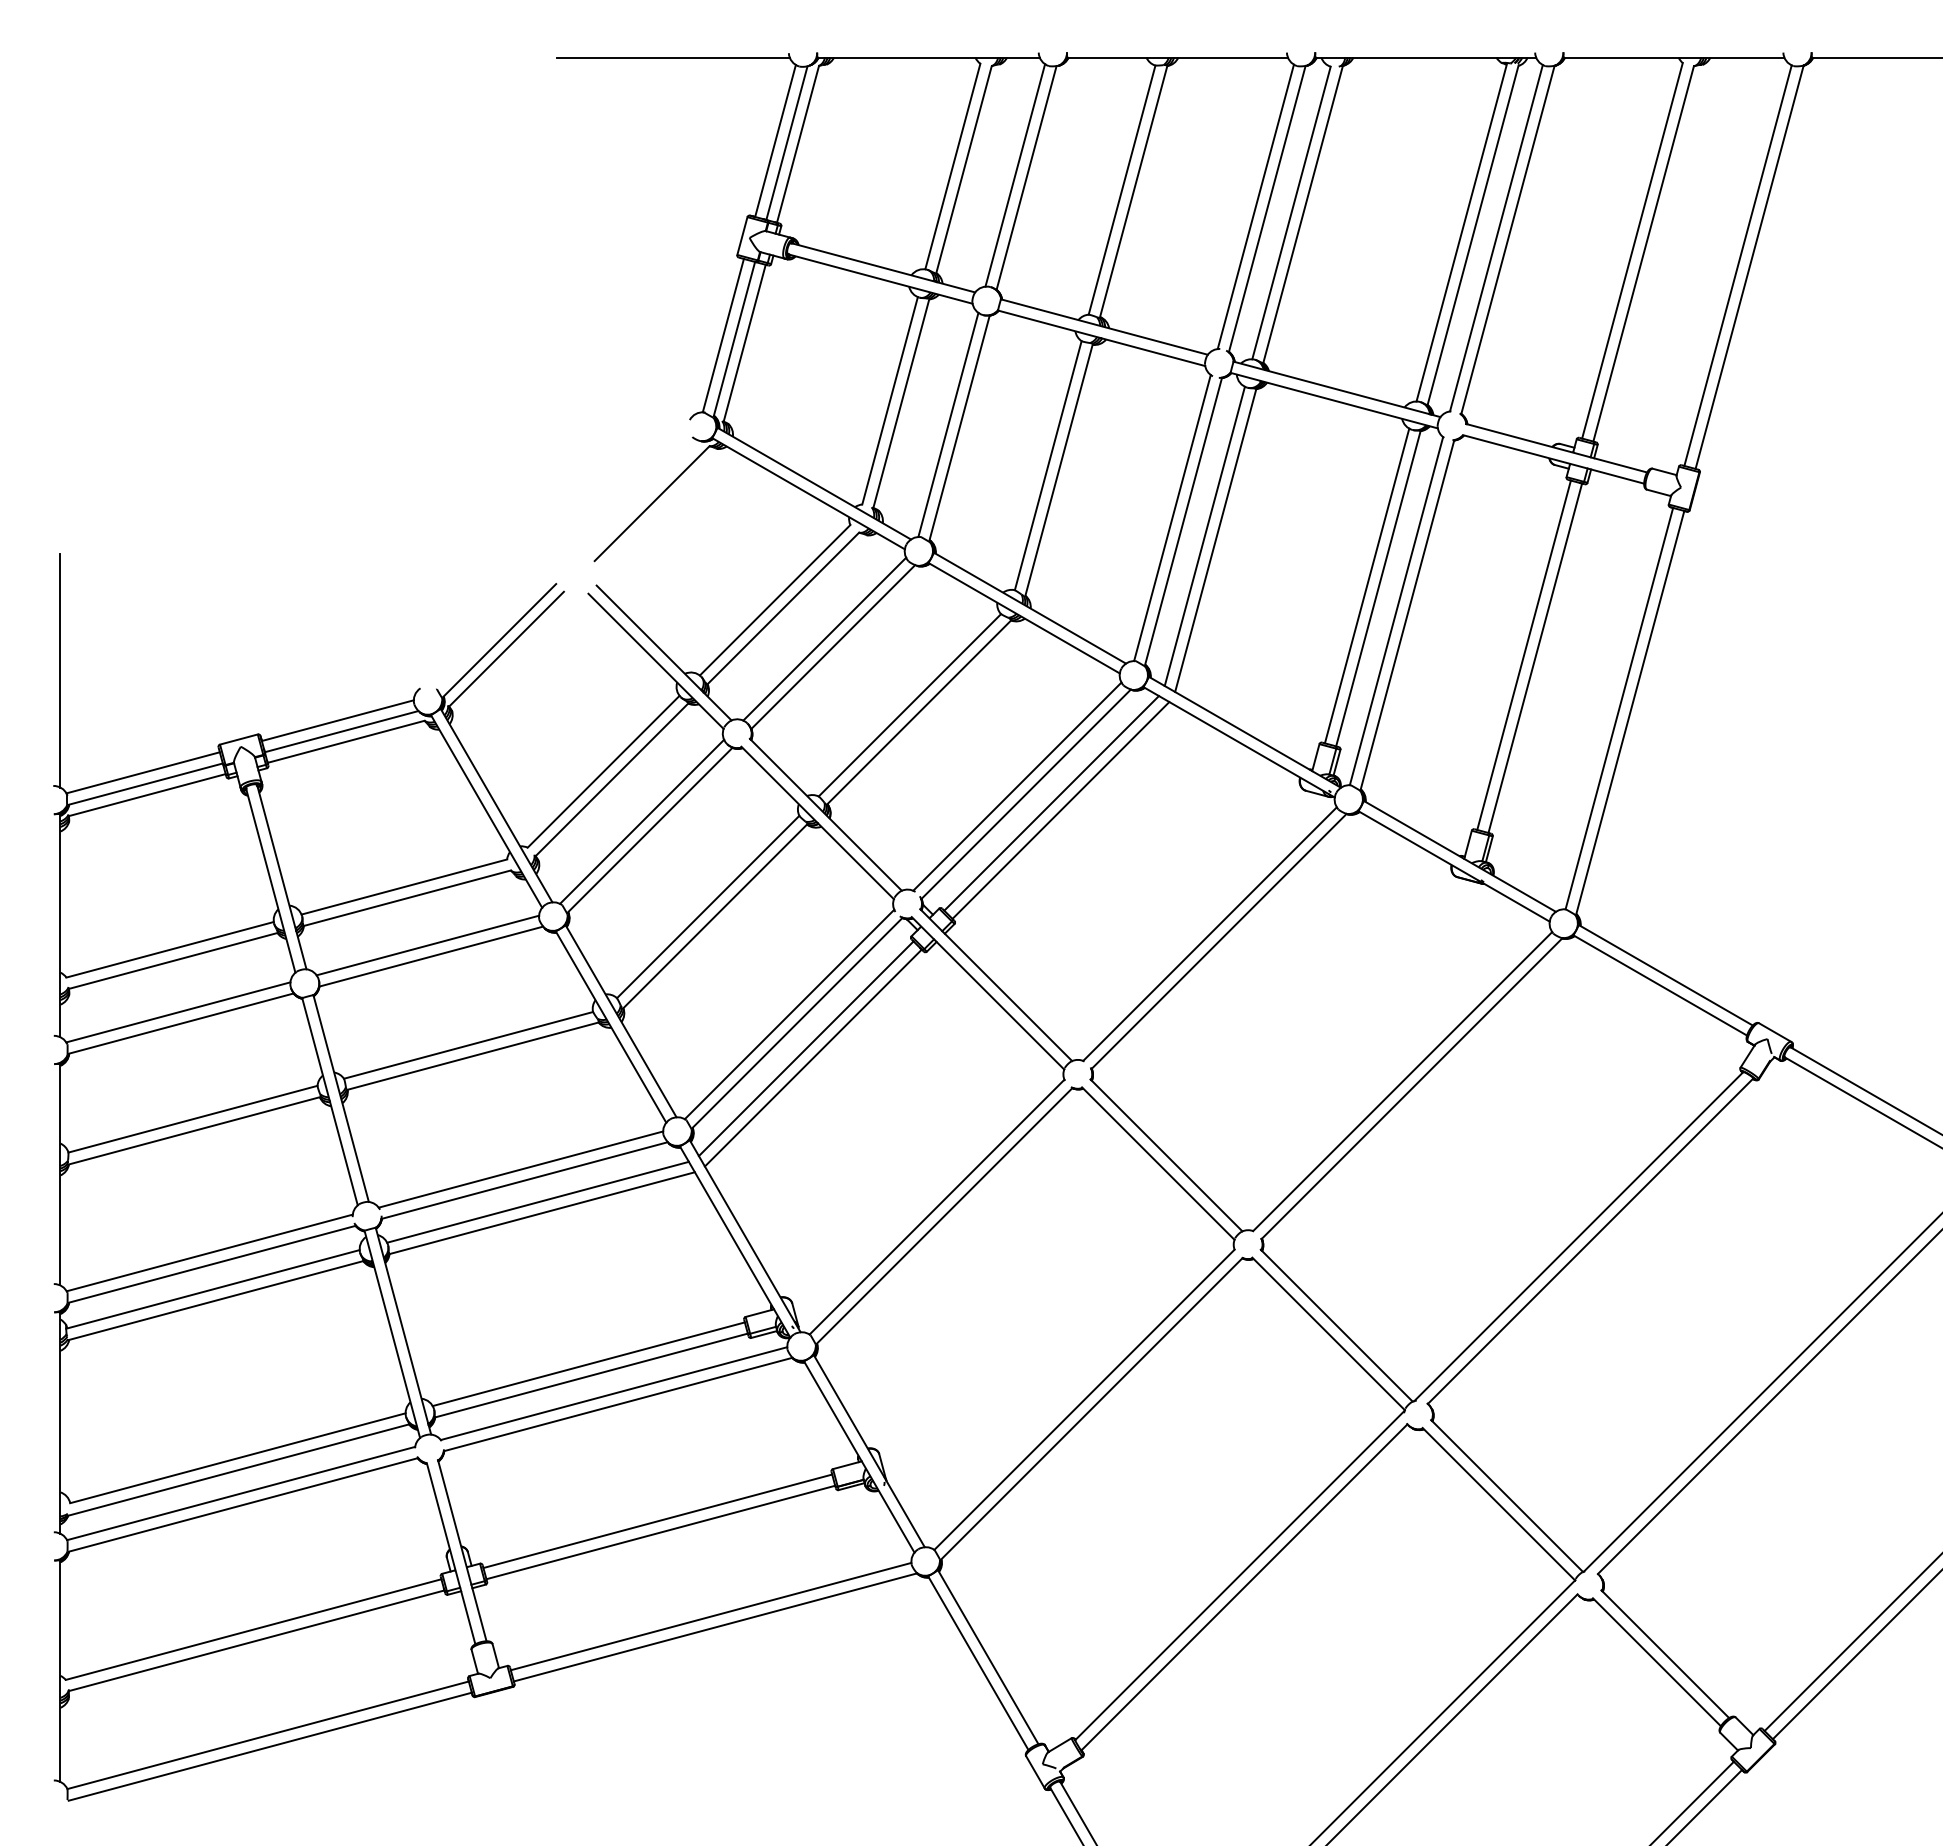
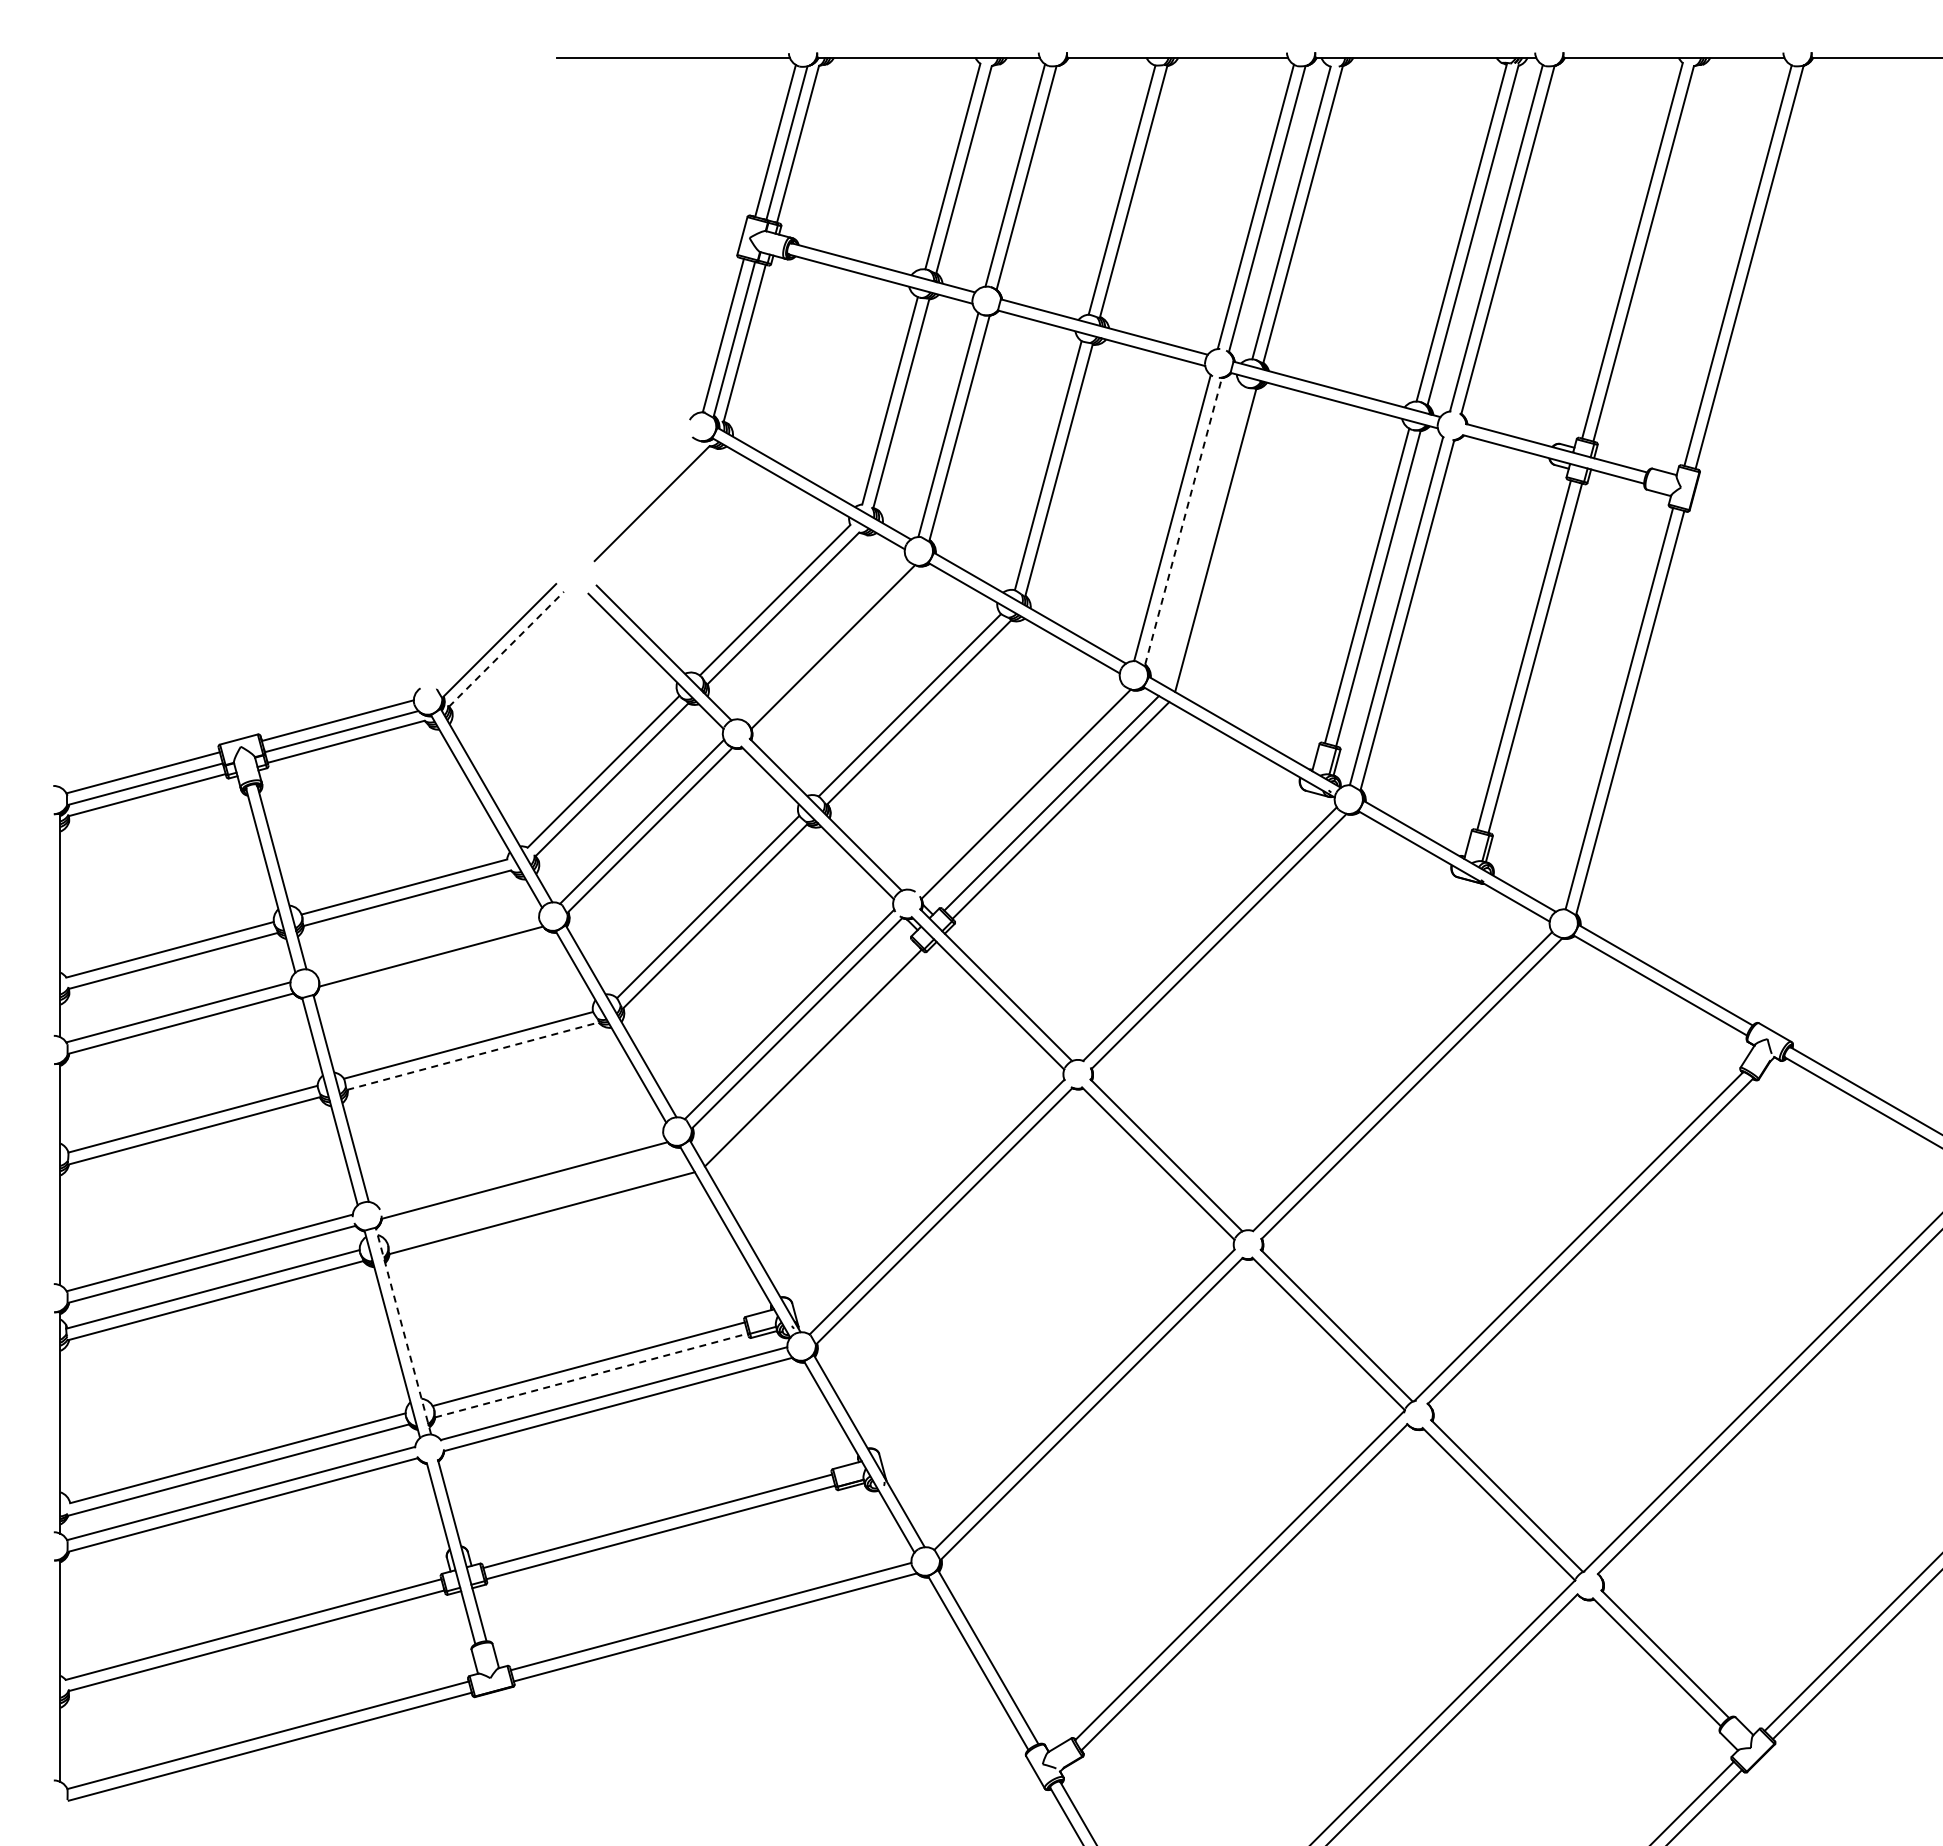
line at (1183, 520): solid -> dashed
line at (1204, 536): present -> none
line at (824, 638): present -> none
line at (506, 648): solid -> dashed
line at (60, 670): present -> none
line at (1017, 786): present -> none
line at (427, 945): present -> none
line at (805, 1048): present -> none
line at (473, 1056): solid -> dashed
line at (520, 1169): present -> none
line at (537, 1201): present -> none
line at (403, 1330): solid -> dashed
line at (591, 1375): solid -> dashed
